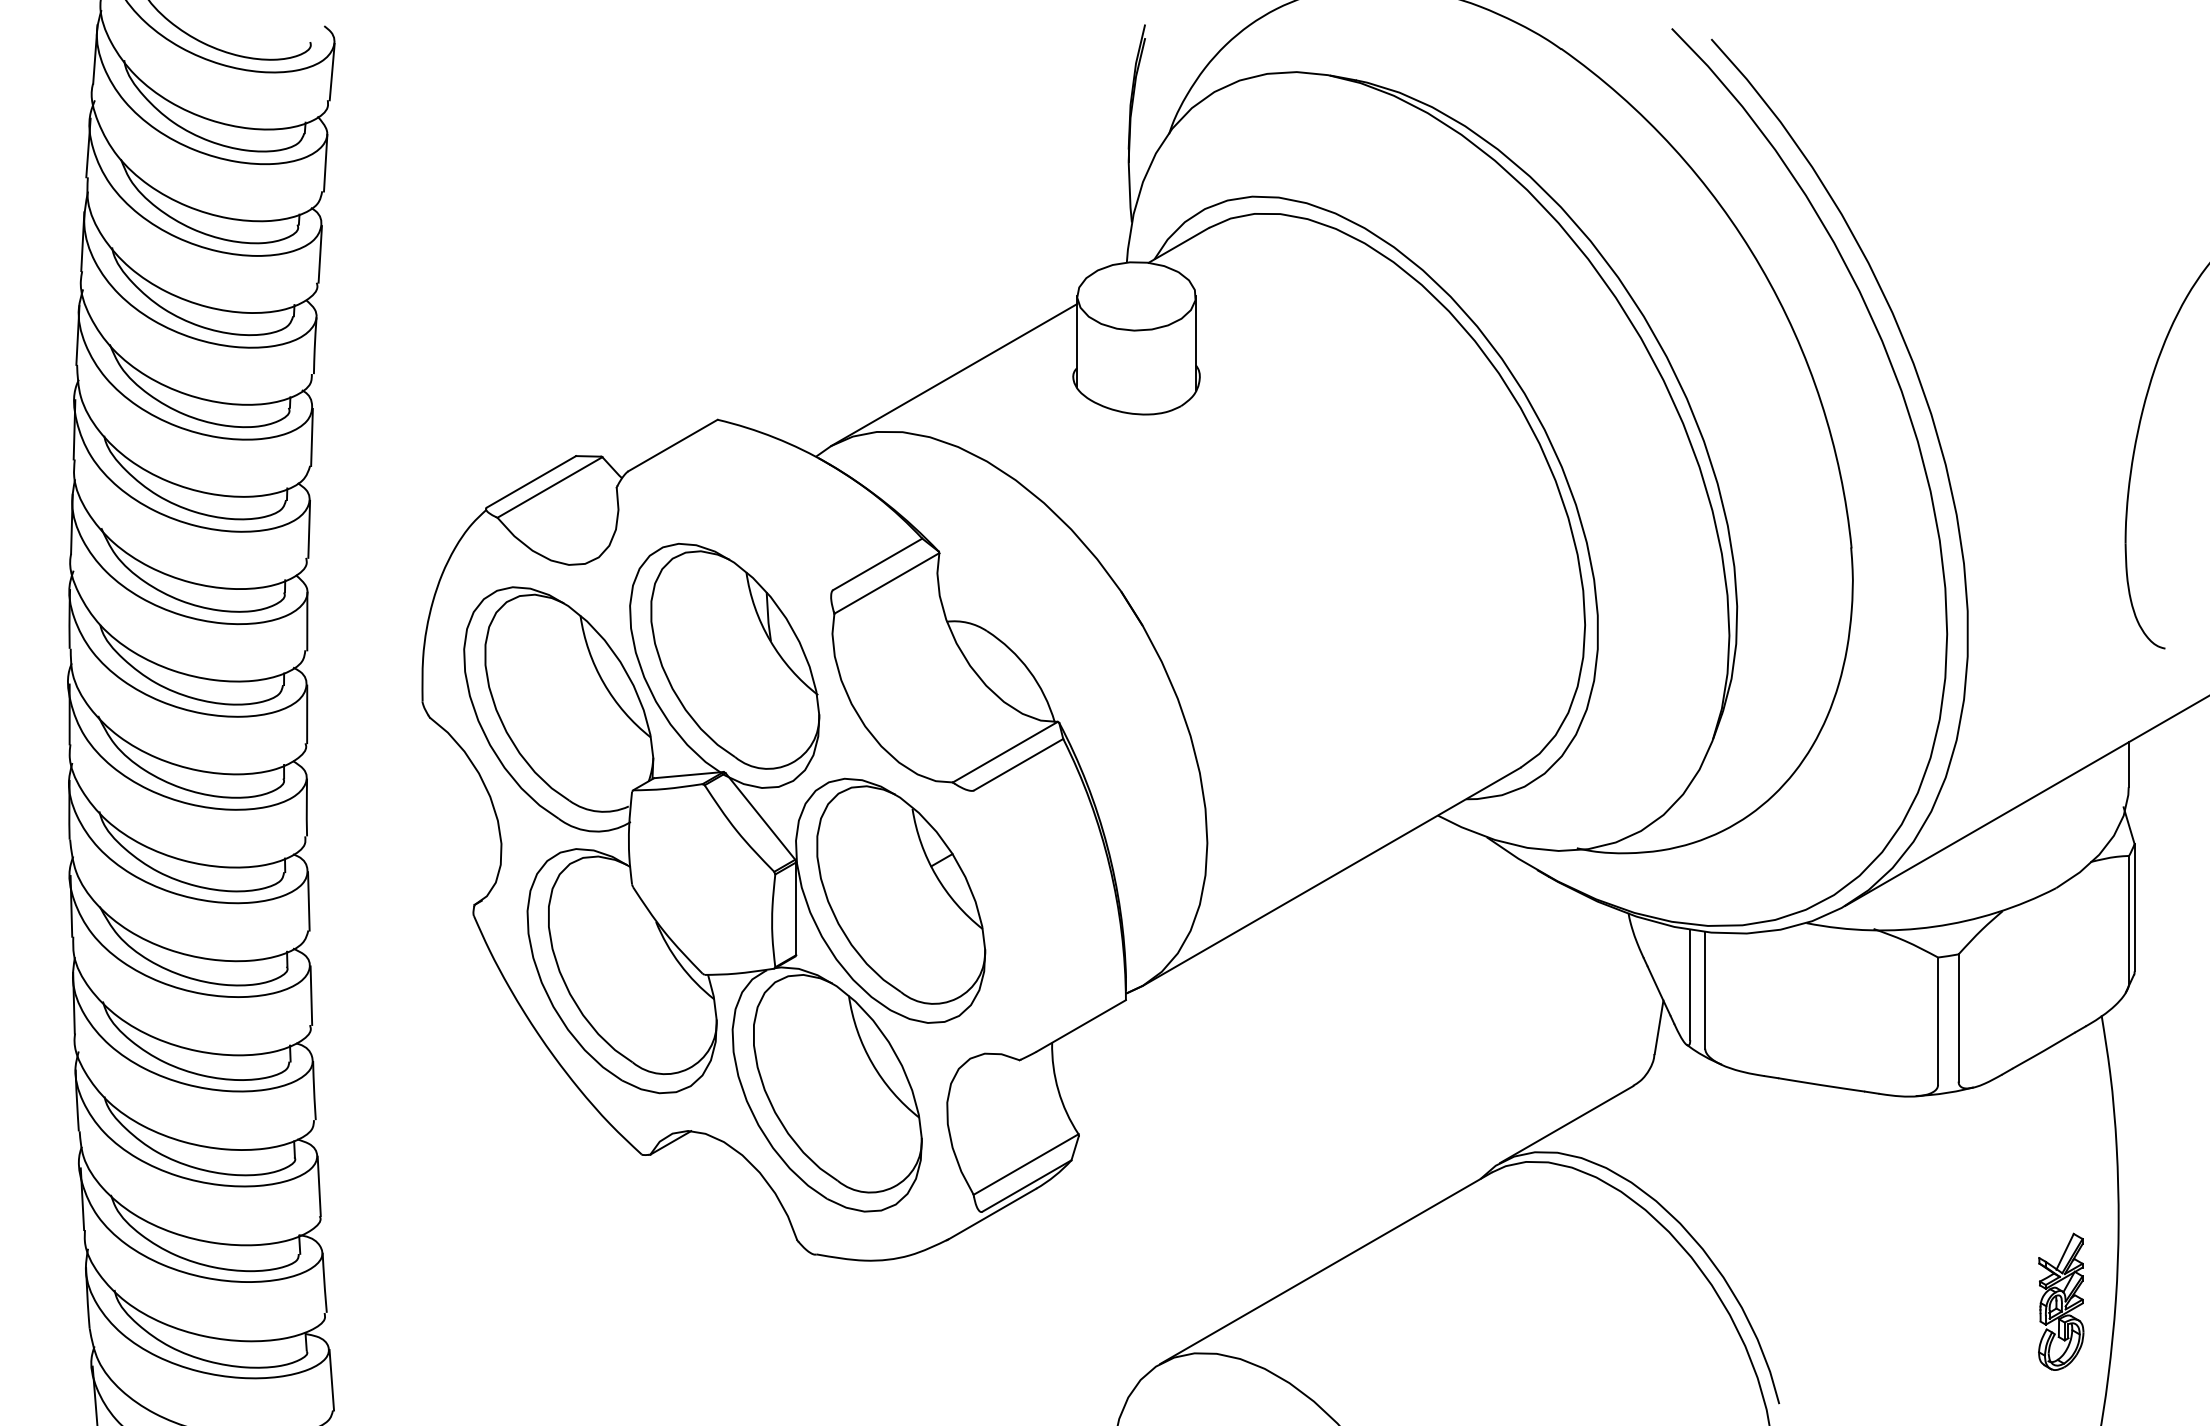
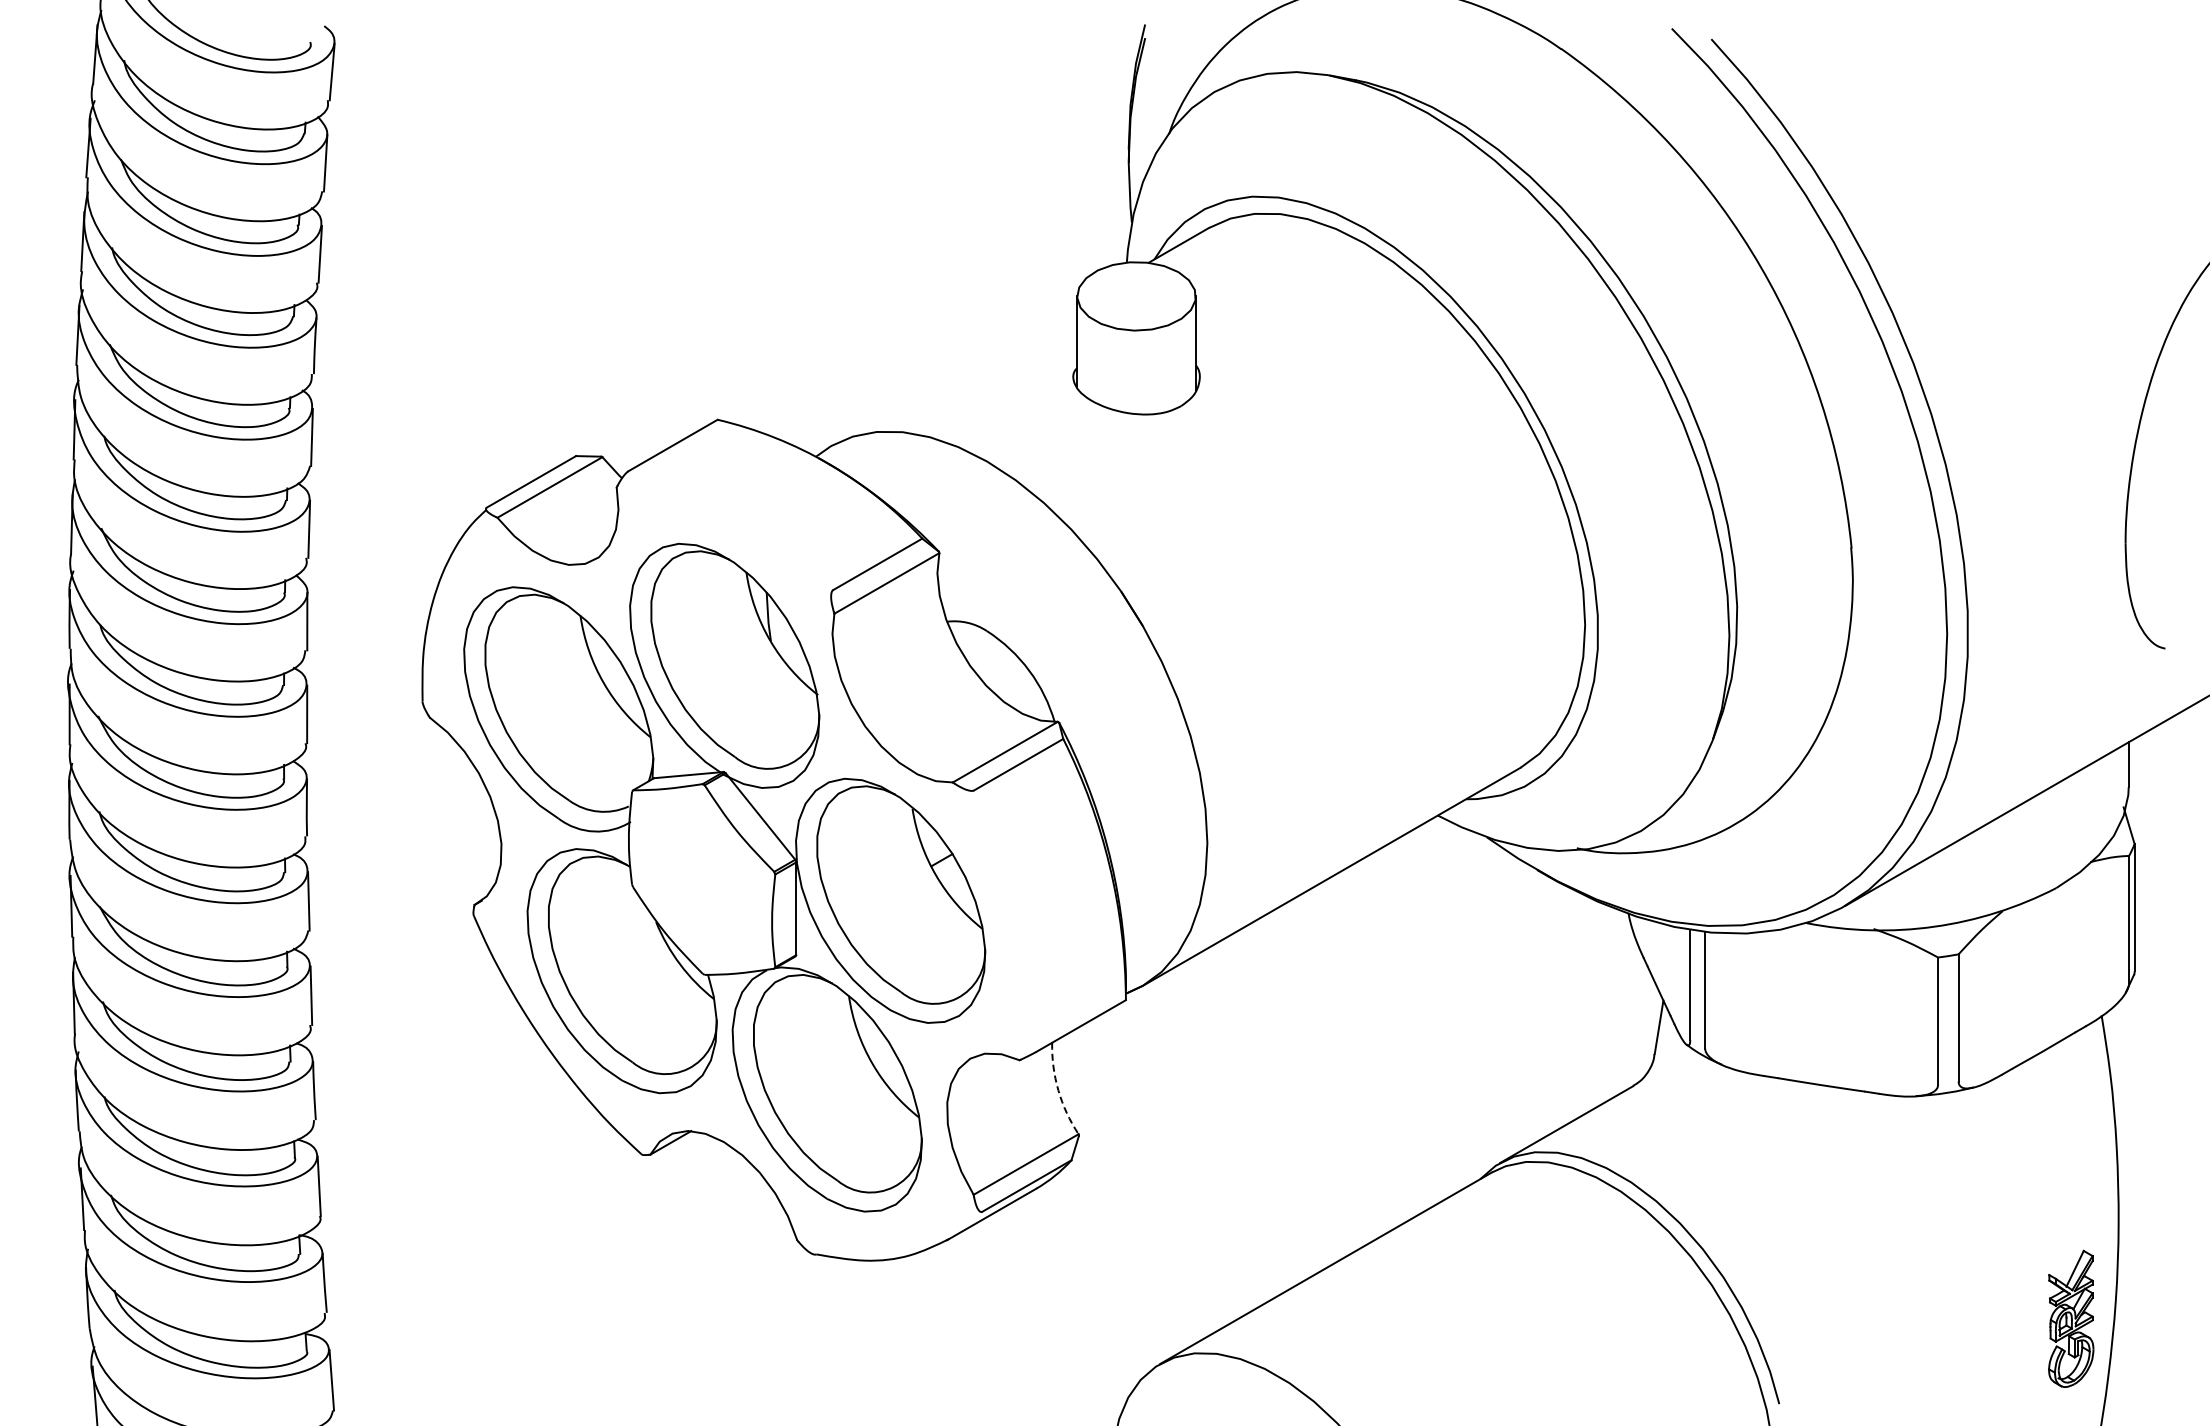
line at (954, 375): present -> none
arc at (1058, 1090): solid -> dashed
part at (2061, 1301) position: (2061, 1301) -> (2071, 1318)
